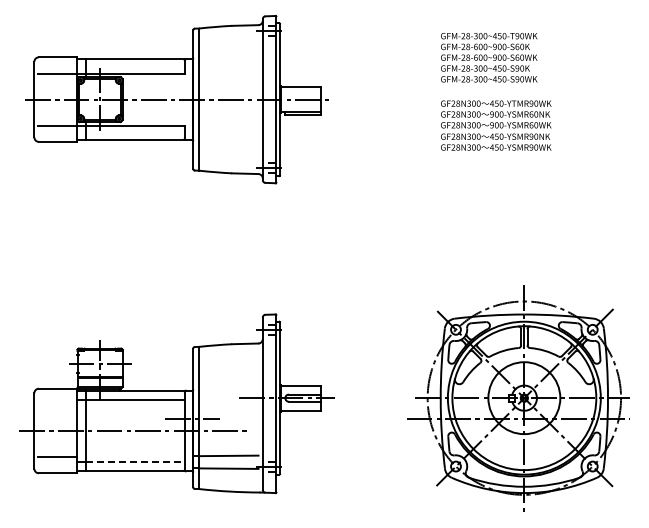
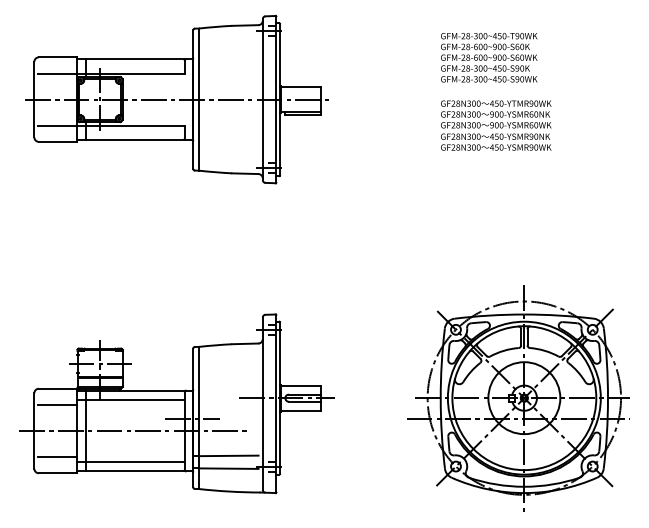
line at (57, 404): none -> present
line at (135, 461): dashed -> solid
